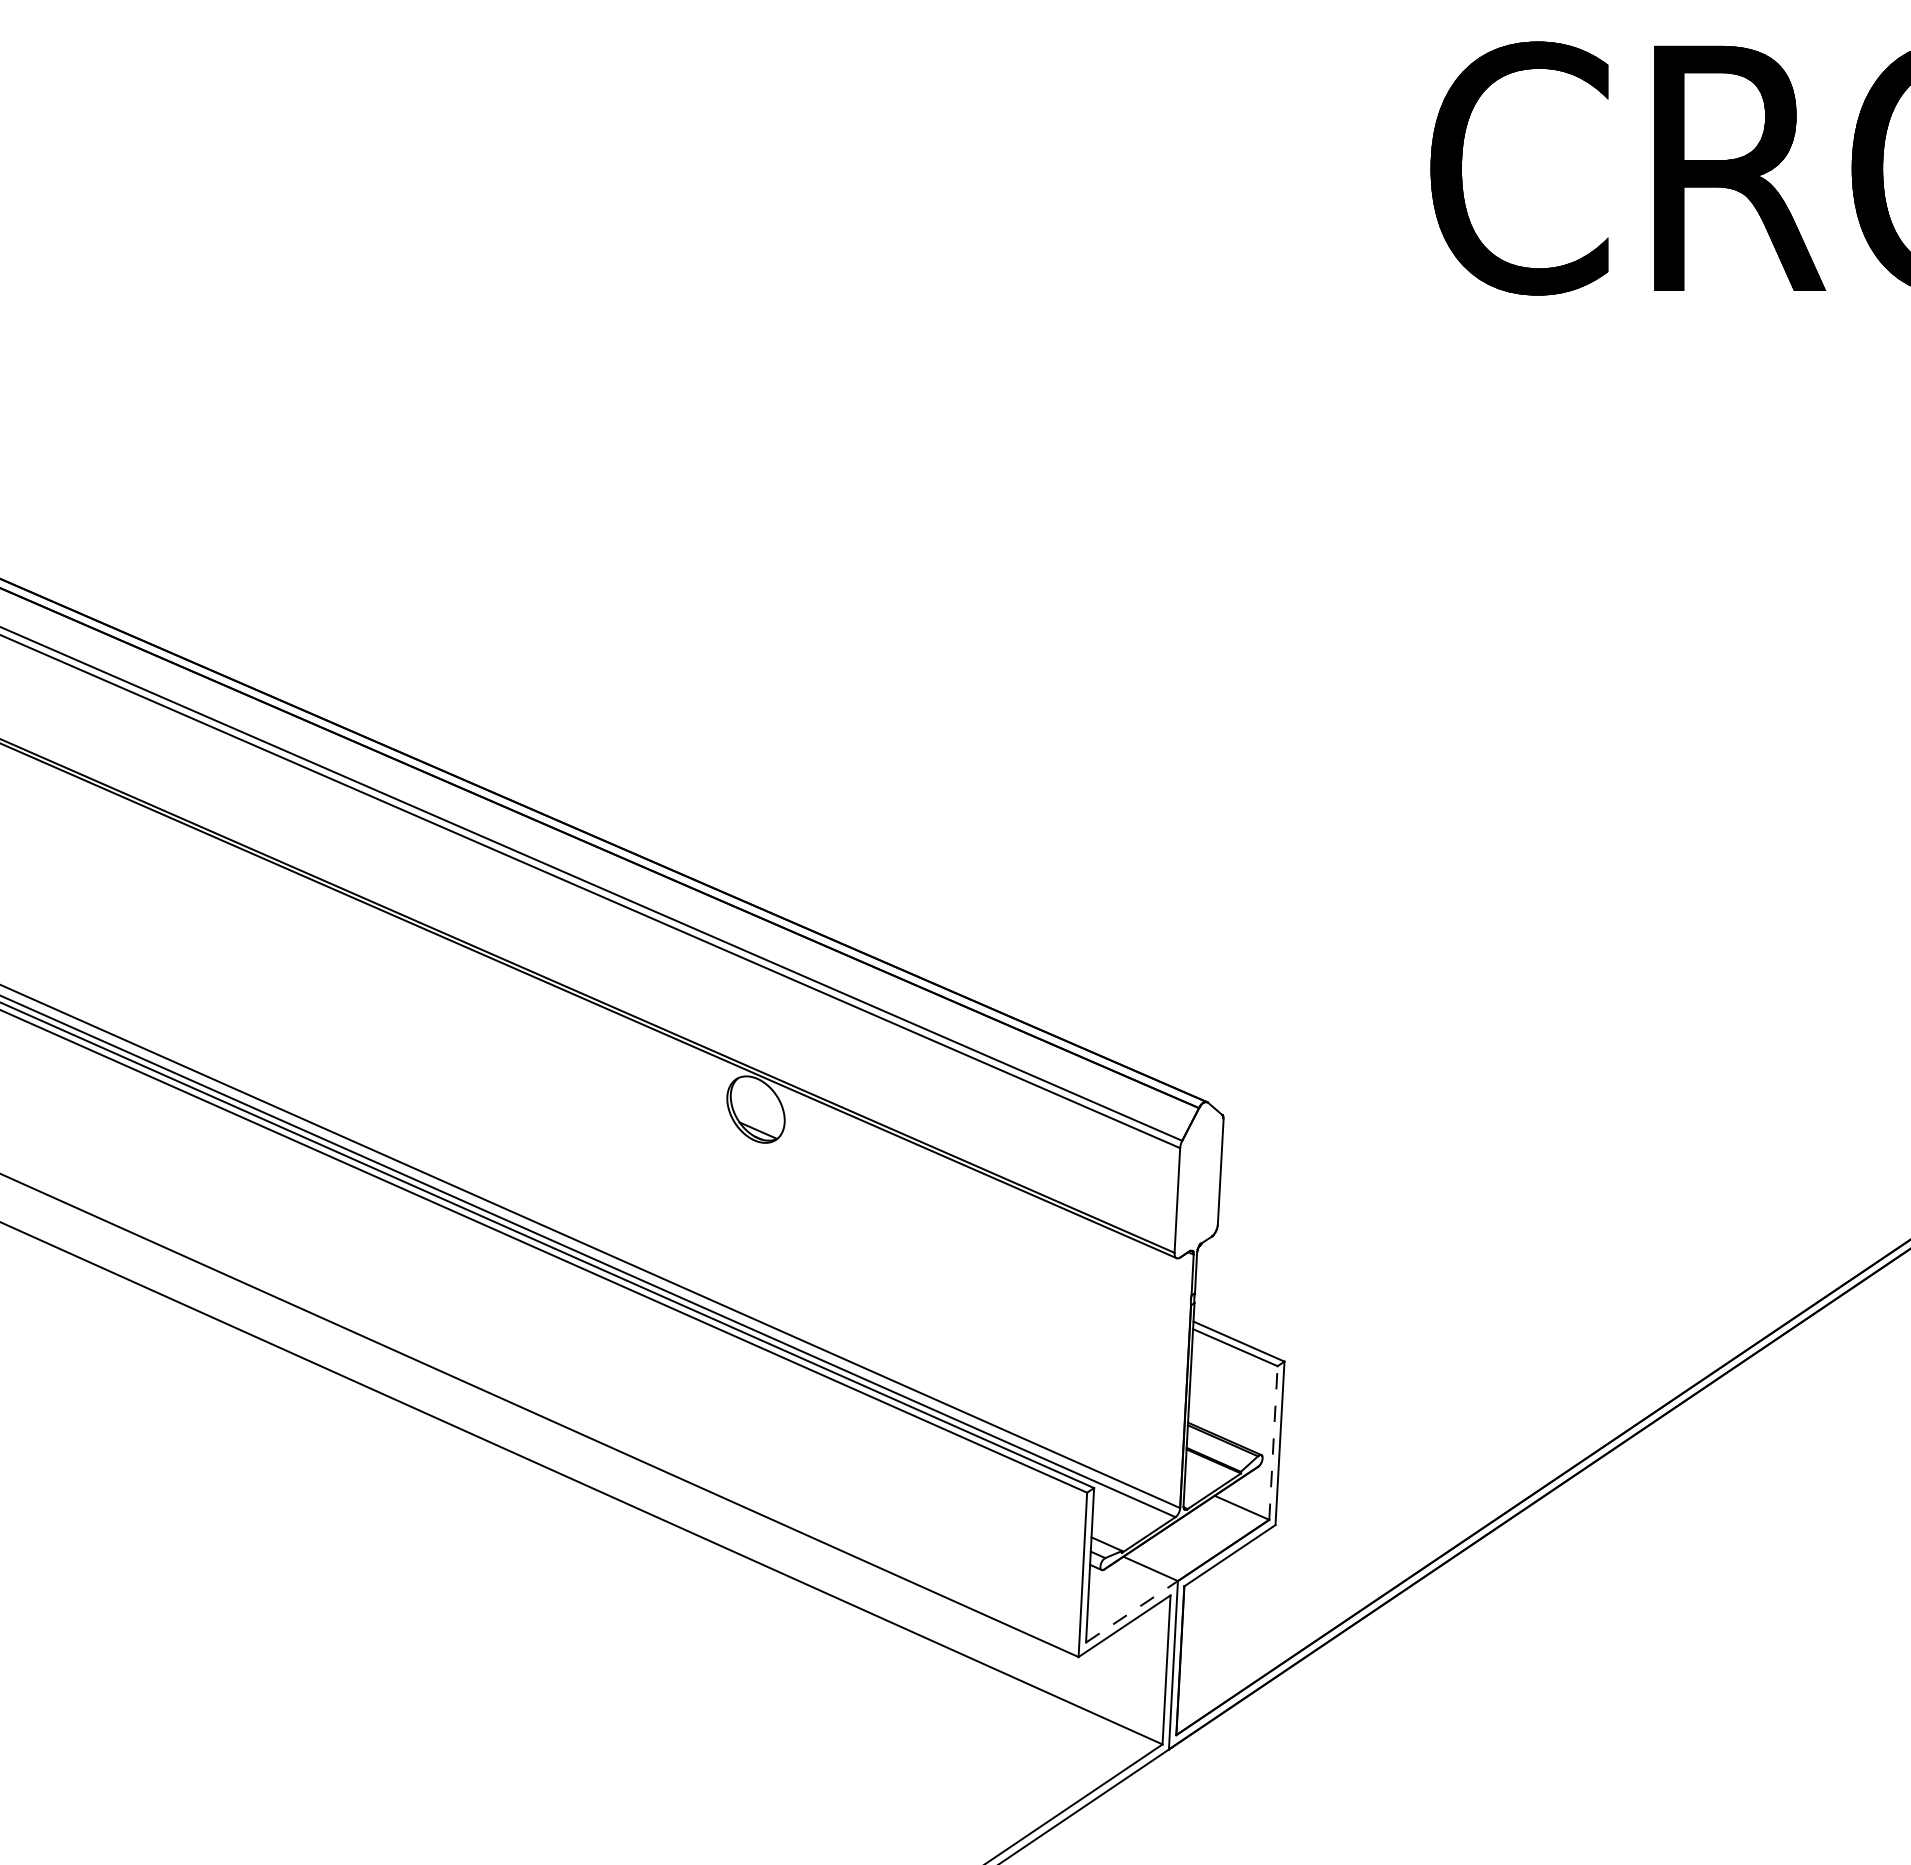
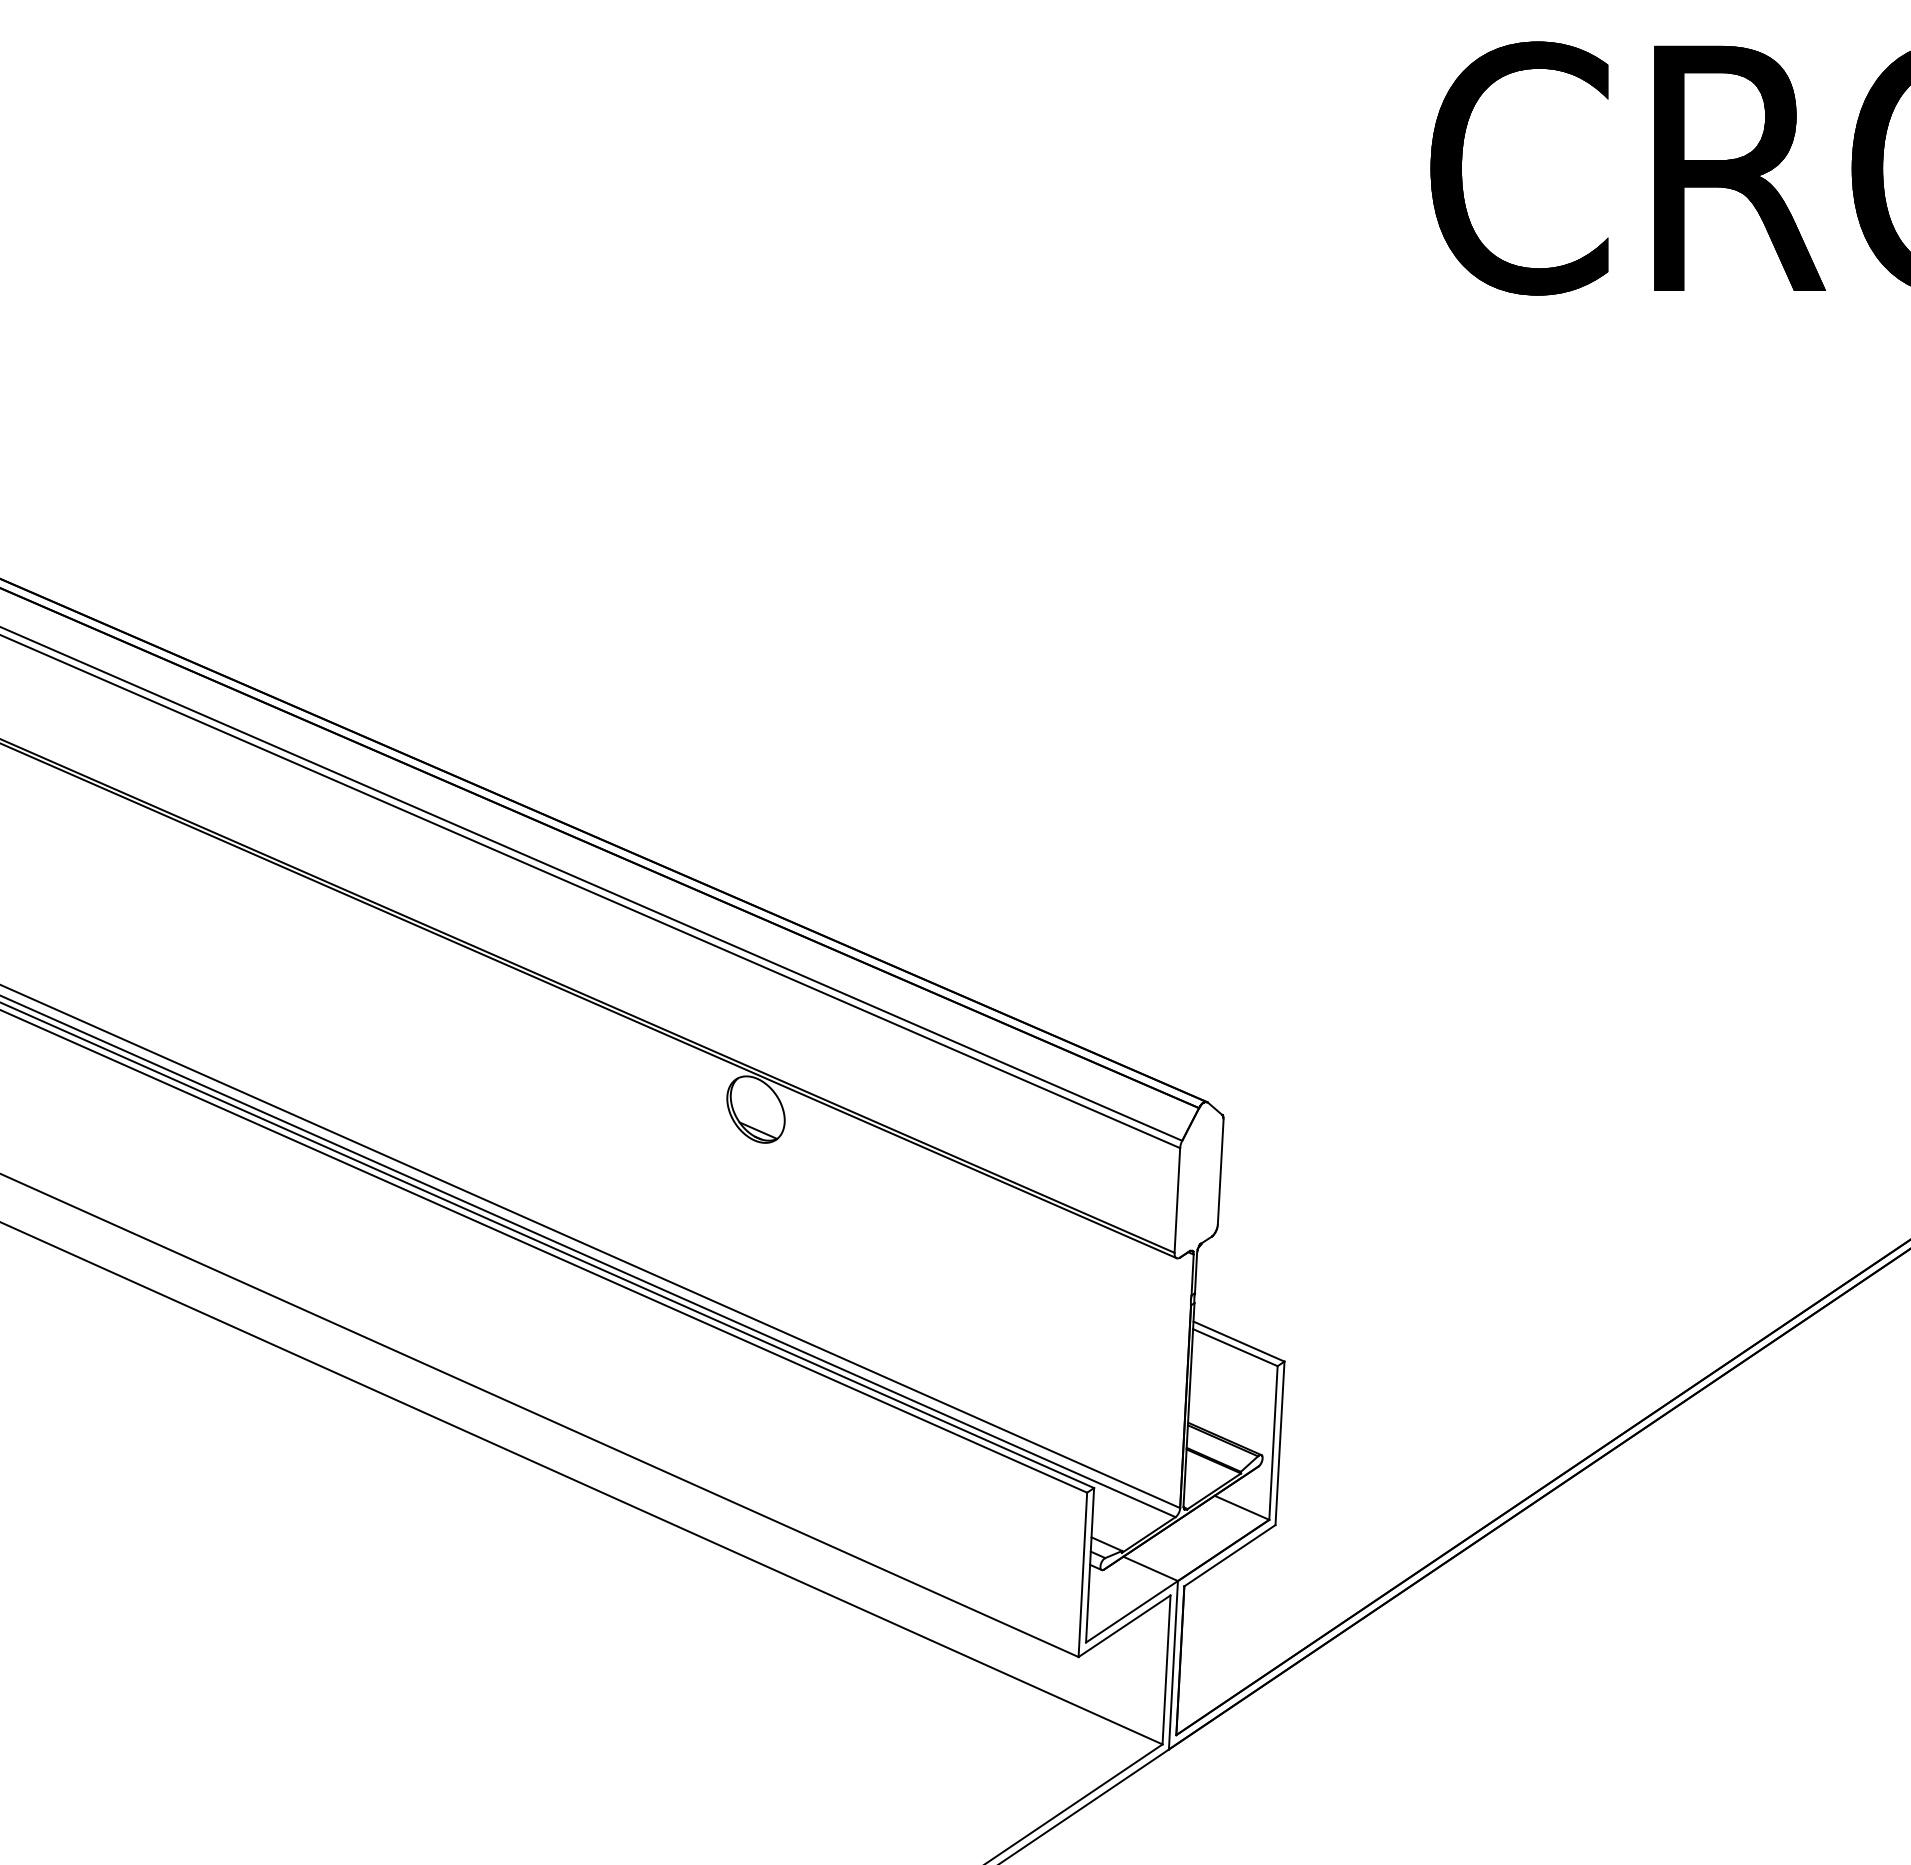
line at (1273, 1443): dashed -> solid
line at (1132, 1611): dashed -> solid
